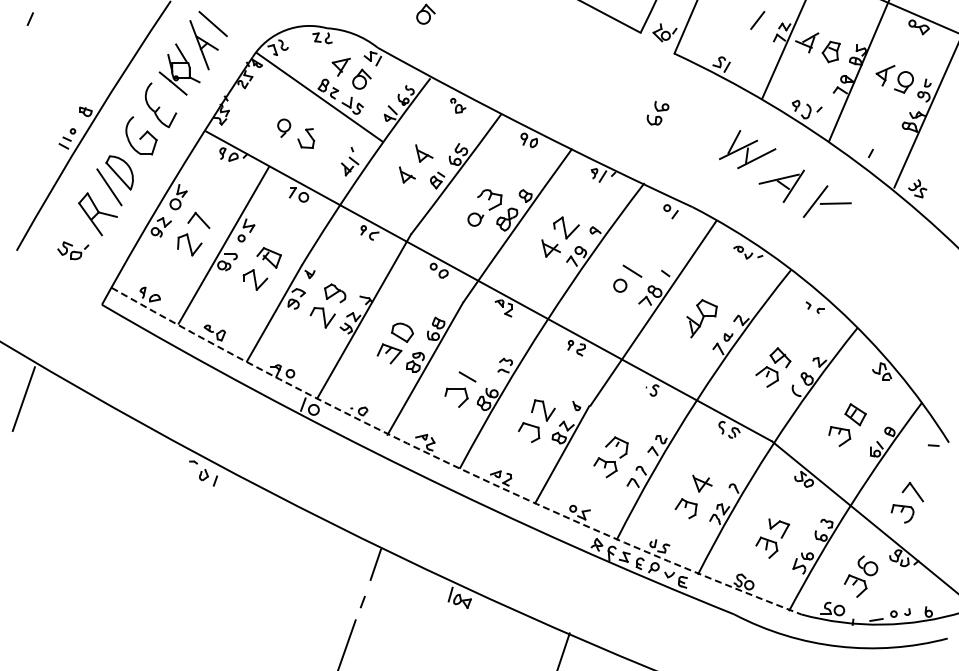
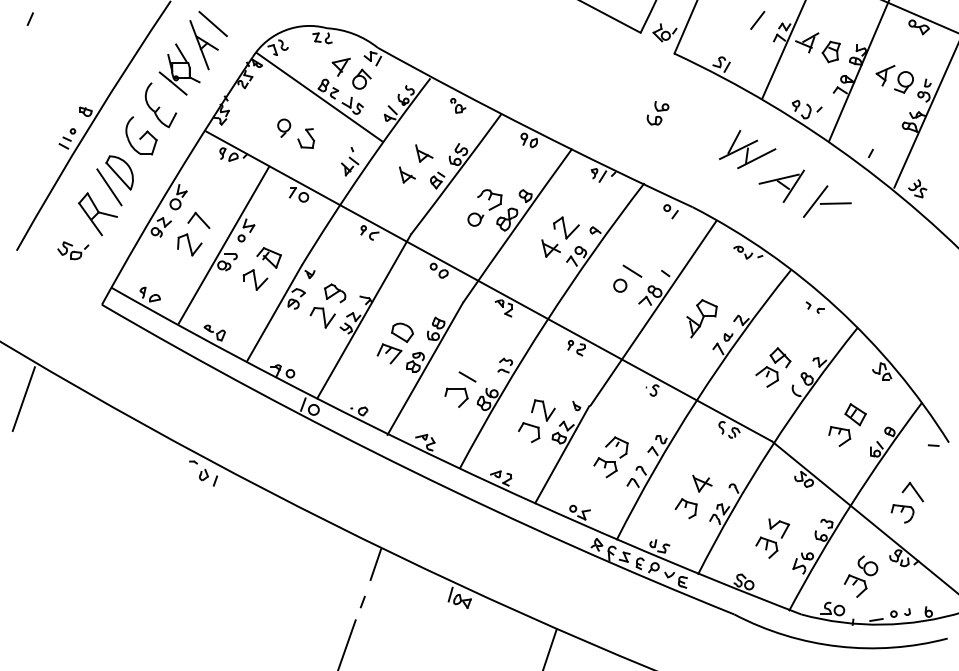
part at (425, 13): present -> none
arc at (450, 464): dashed -> solid
line at (563, 650) position: (563, 650) -> (549, 648)
